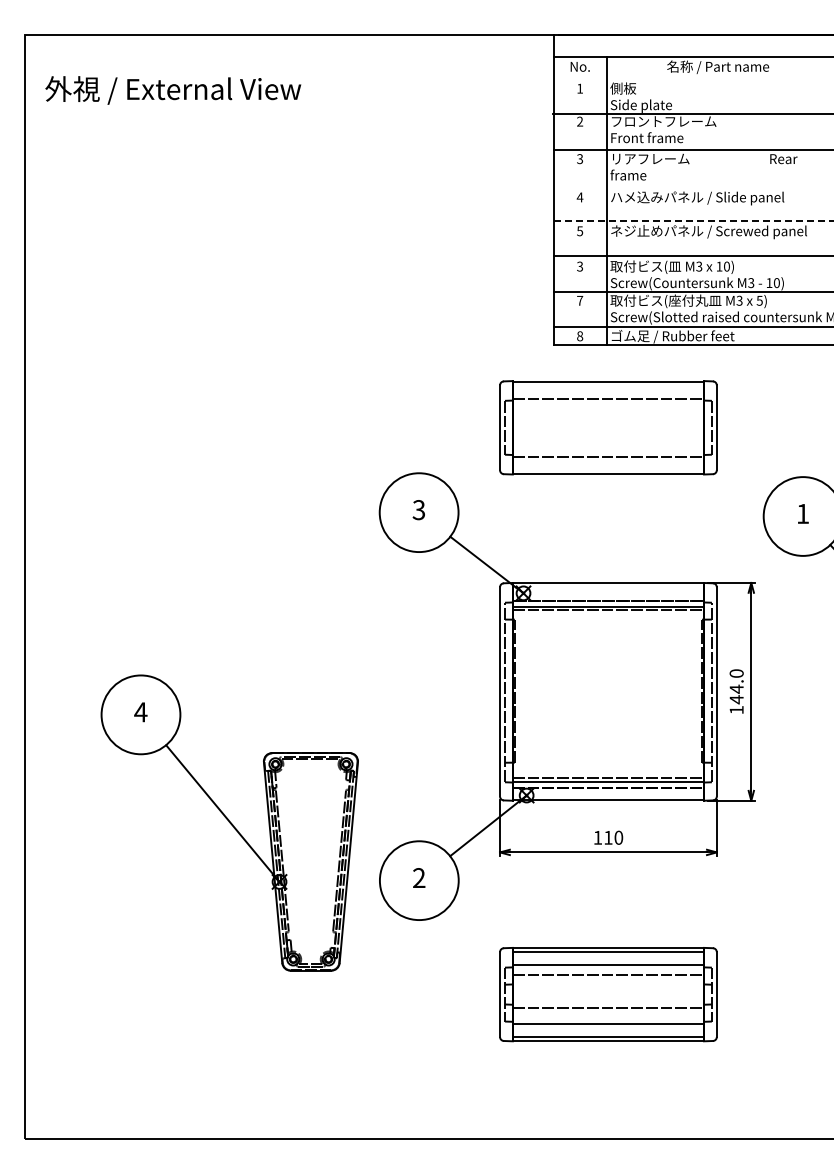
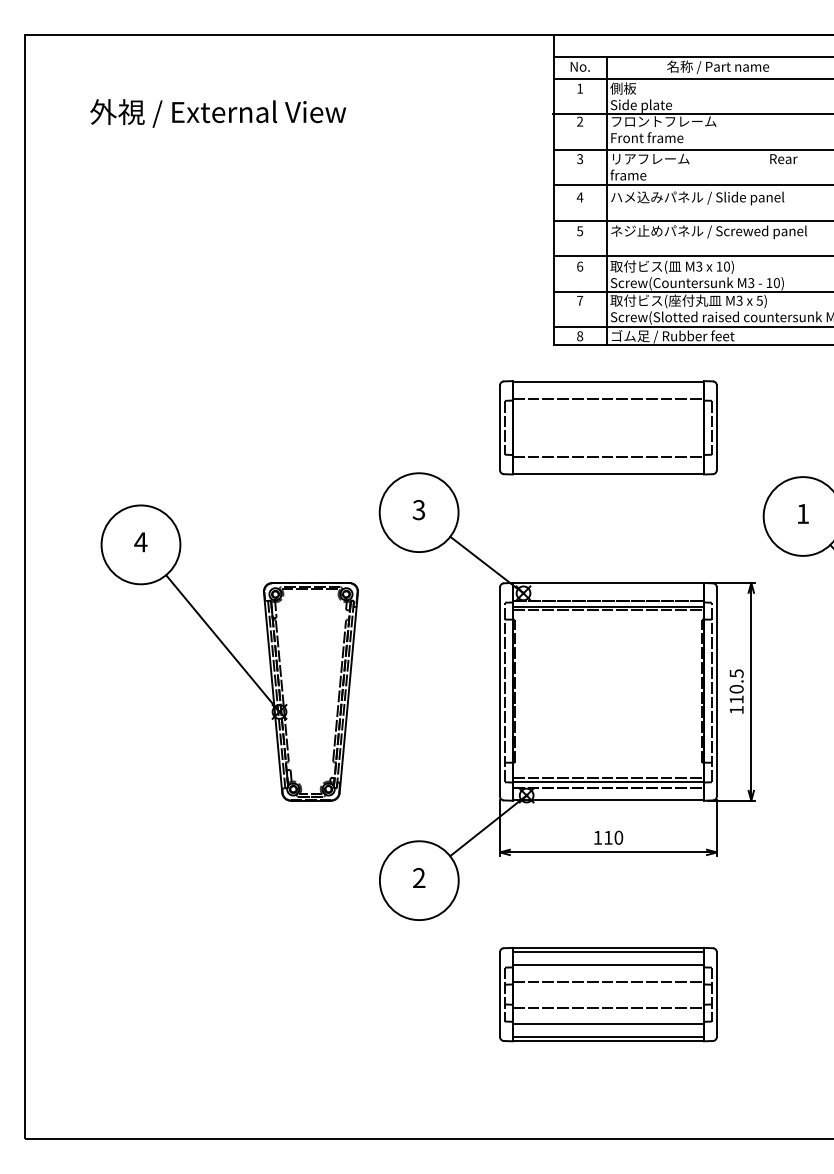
line at (691, 79): none -> present
text at (173, 90) position: (173, 90) -> (218, 113)
line at (691, 185): none -> present
line at (693, 220): dashed -> solid
text at (580, 266): 3 -> 6
text at (736, 686): 144.0 -> 110.5
part at (229, 822) position: (229, 822) -> (229, 652)
line at (608, 974) position: (608, 974) -> (608, 981)
